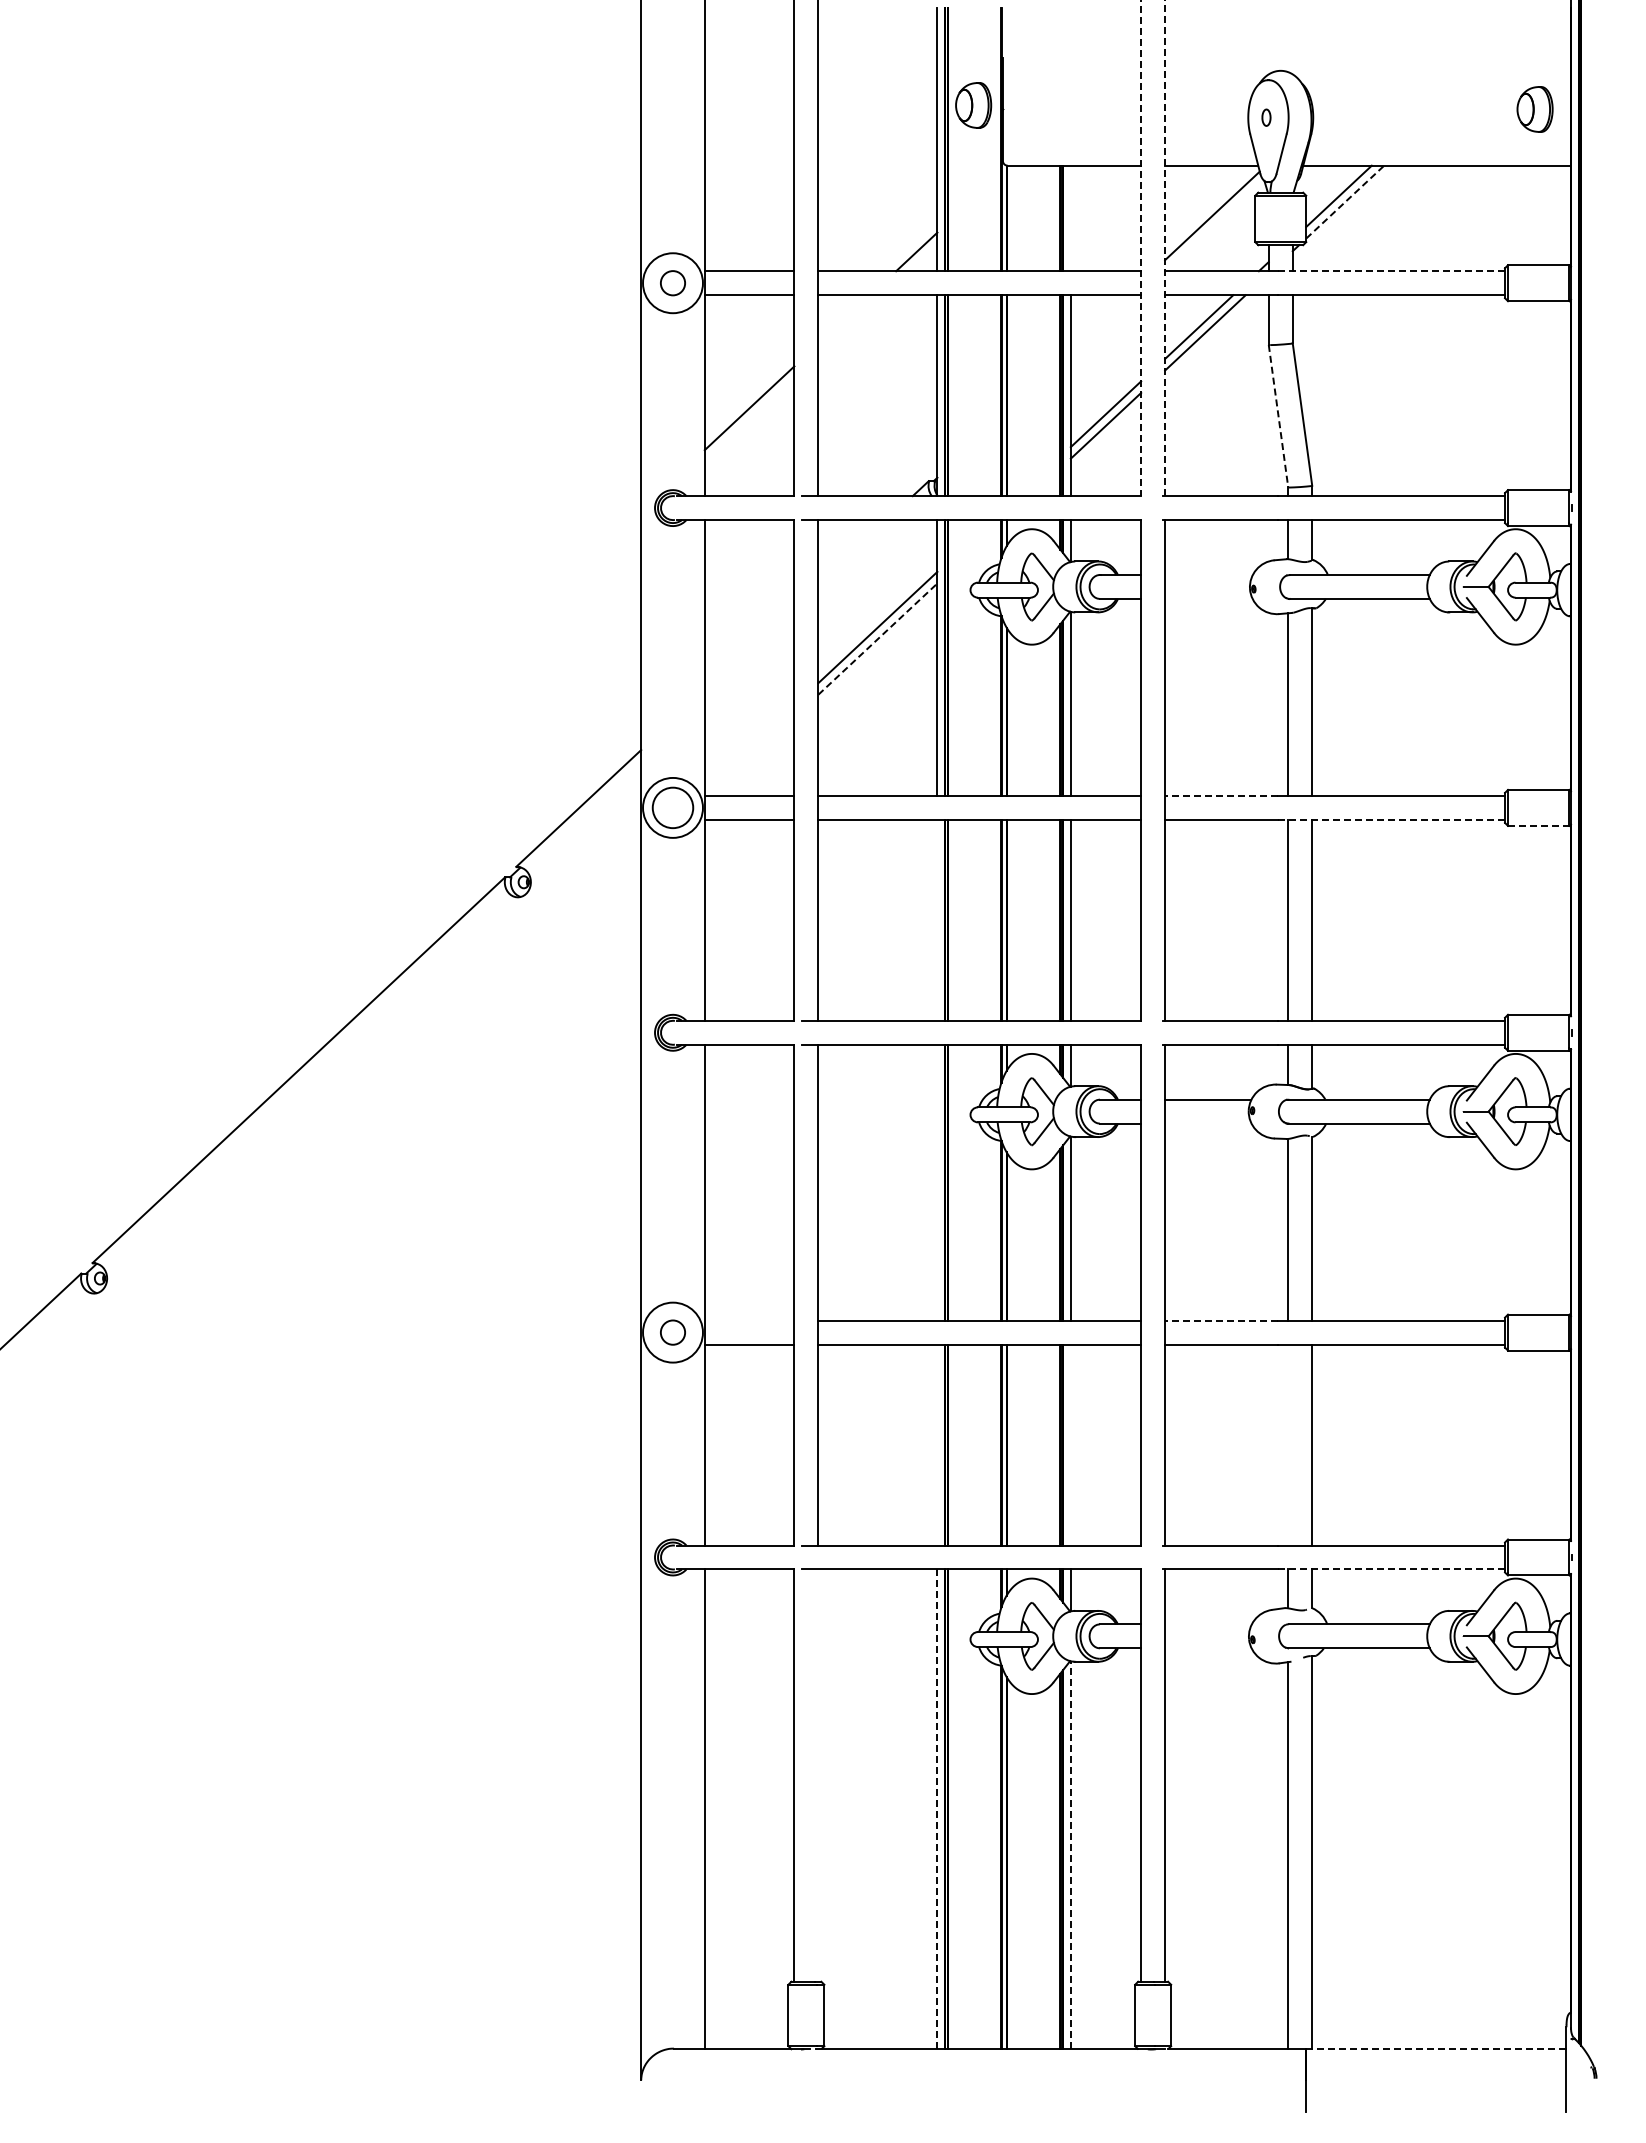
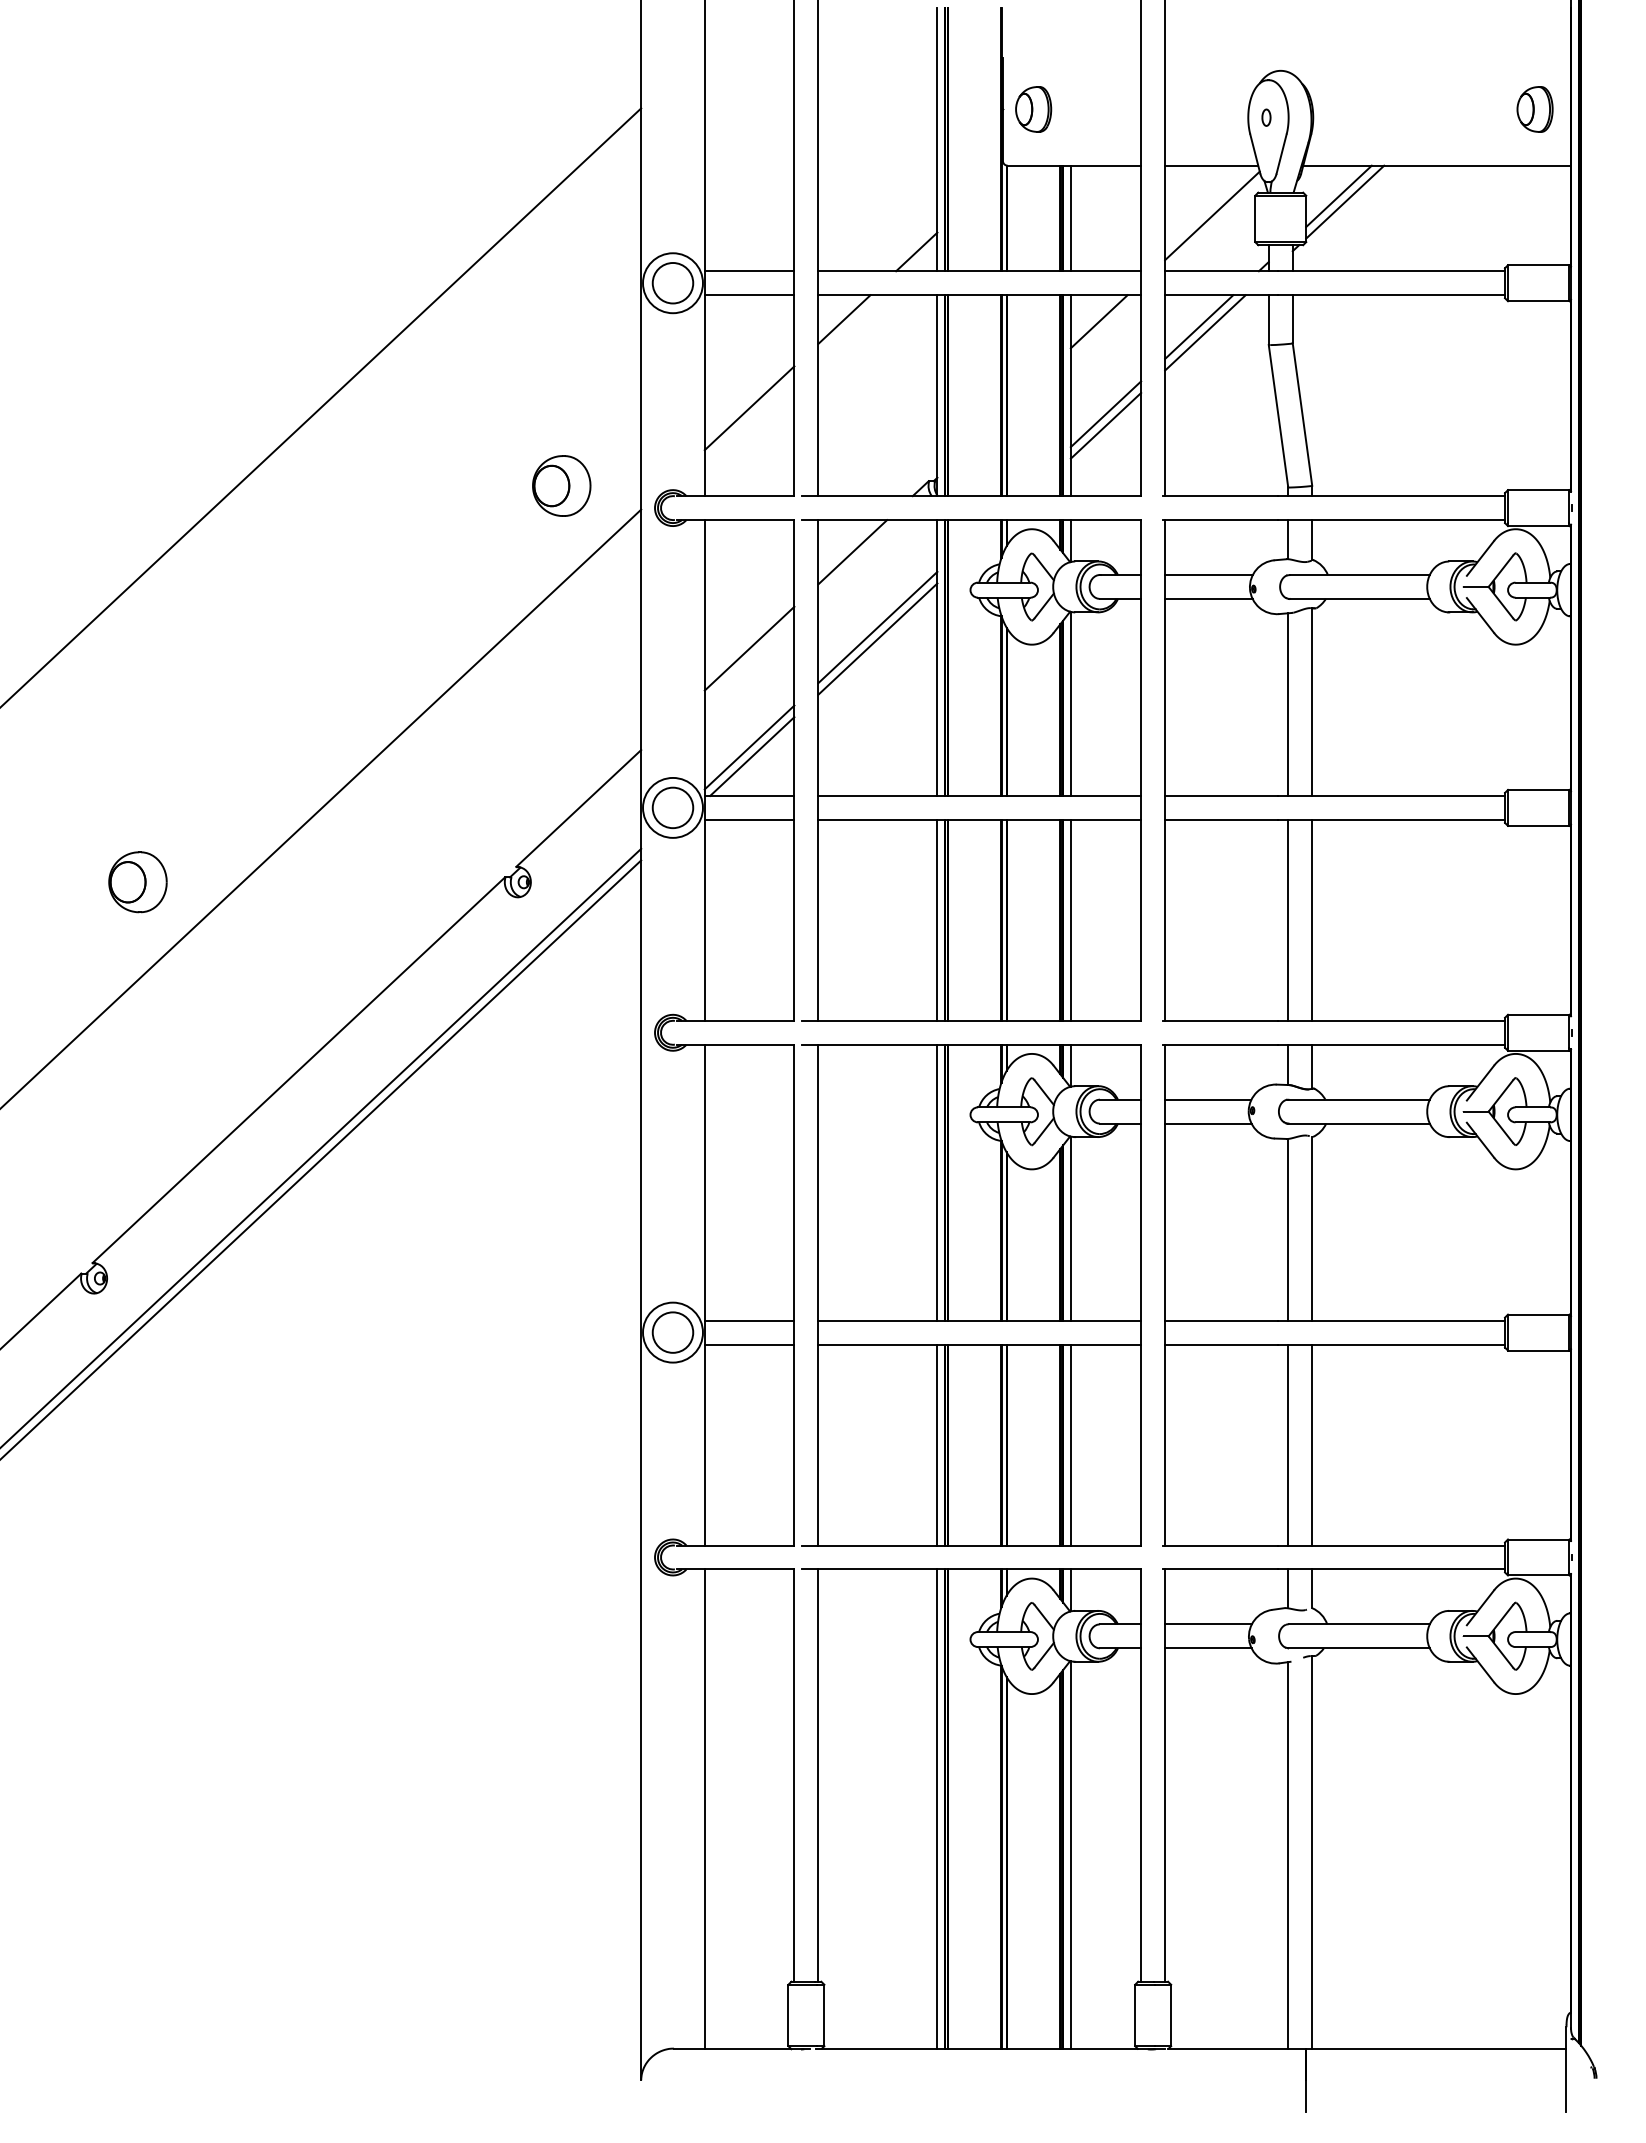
part at (973, 105) position: (973, 105) -> (1033, 109)
line at (1345, 201): dashed -> solid
line at (1070, 218): none -> present
line at (1141, 248): dashed -> solid
line at (1165, 248): dashed -> solid
line at (1391, 271): dashed -> solid
circle at (672, 283) diameter: 24 px -> 40 px
line at (844, 319): none -> present
line at (1098, 321): none -> present
line at (321, 407): none -> present
line at (1278, 416): dashed -> solid
part at (561, 485): none -> present
line at (852, 552): none -> present
line at (1208, 575): none -> present
line at (1208, 599): none -> present
line at (878, 638): dashed -> solid
line at (749, 648): none -> present
line at (749, 747): none -> present
line at (752, 756): none -> present
line at (1221, 795): dashed -> solid
line at (321, 808): none -> present
line at (1391, 819): dashed -> solid
line at (1538, 825): dashed -> solid
part at (137, 882): none -> present
line at (937, 919): none -> present
line at (1208, 1123): none -> present
line at (321, 1146): none -> present
line at (321, 1159): none -> present
line at (937, 1182): none -> present
line at (749, 1320): none -> present
line at (1221, 1320): dashed -> solid
circle at (672, 1332) diameter: 24 px -> 40 px
line at (937, 1444): none -> present
line at (1070, 1444): none -> present
line at (1288, 1444): none -> present
line at (1391, 1569): dashed -> solid
line at (1208, 1624): none -> present
line at (1208, 1648): none -> present
line at (818, 1775): none -> present
line at (937, 1809): dashed -> solid
line at (1070, 1854): dashed -> solid
line at (1435, 2048): dashed -> solid
